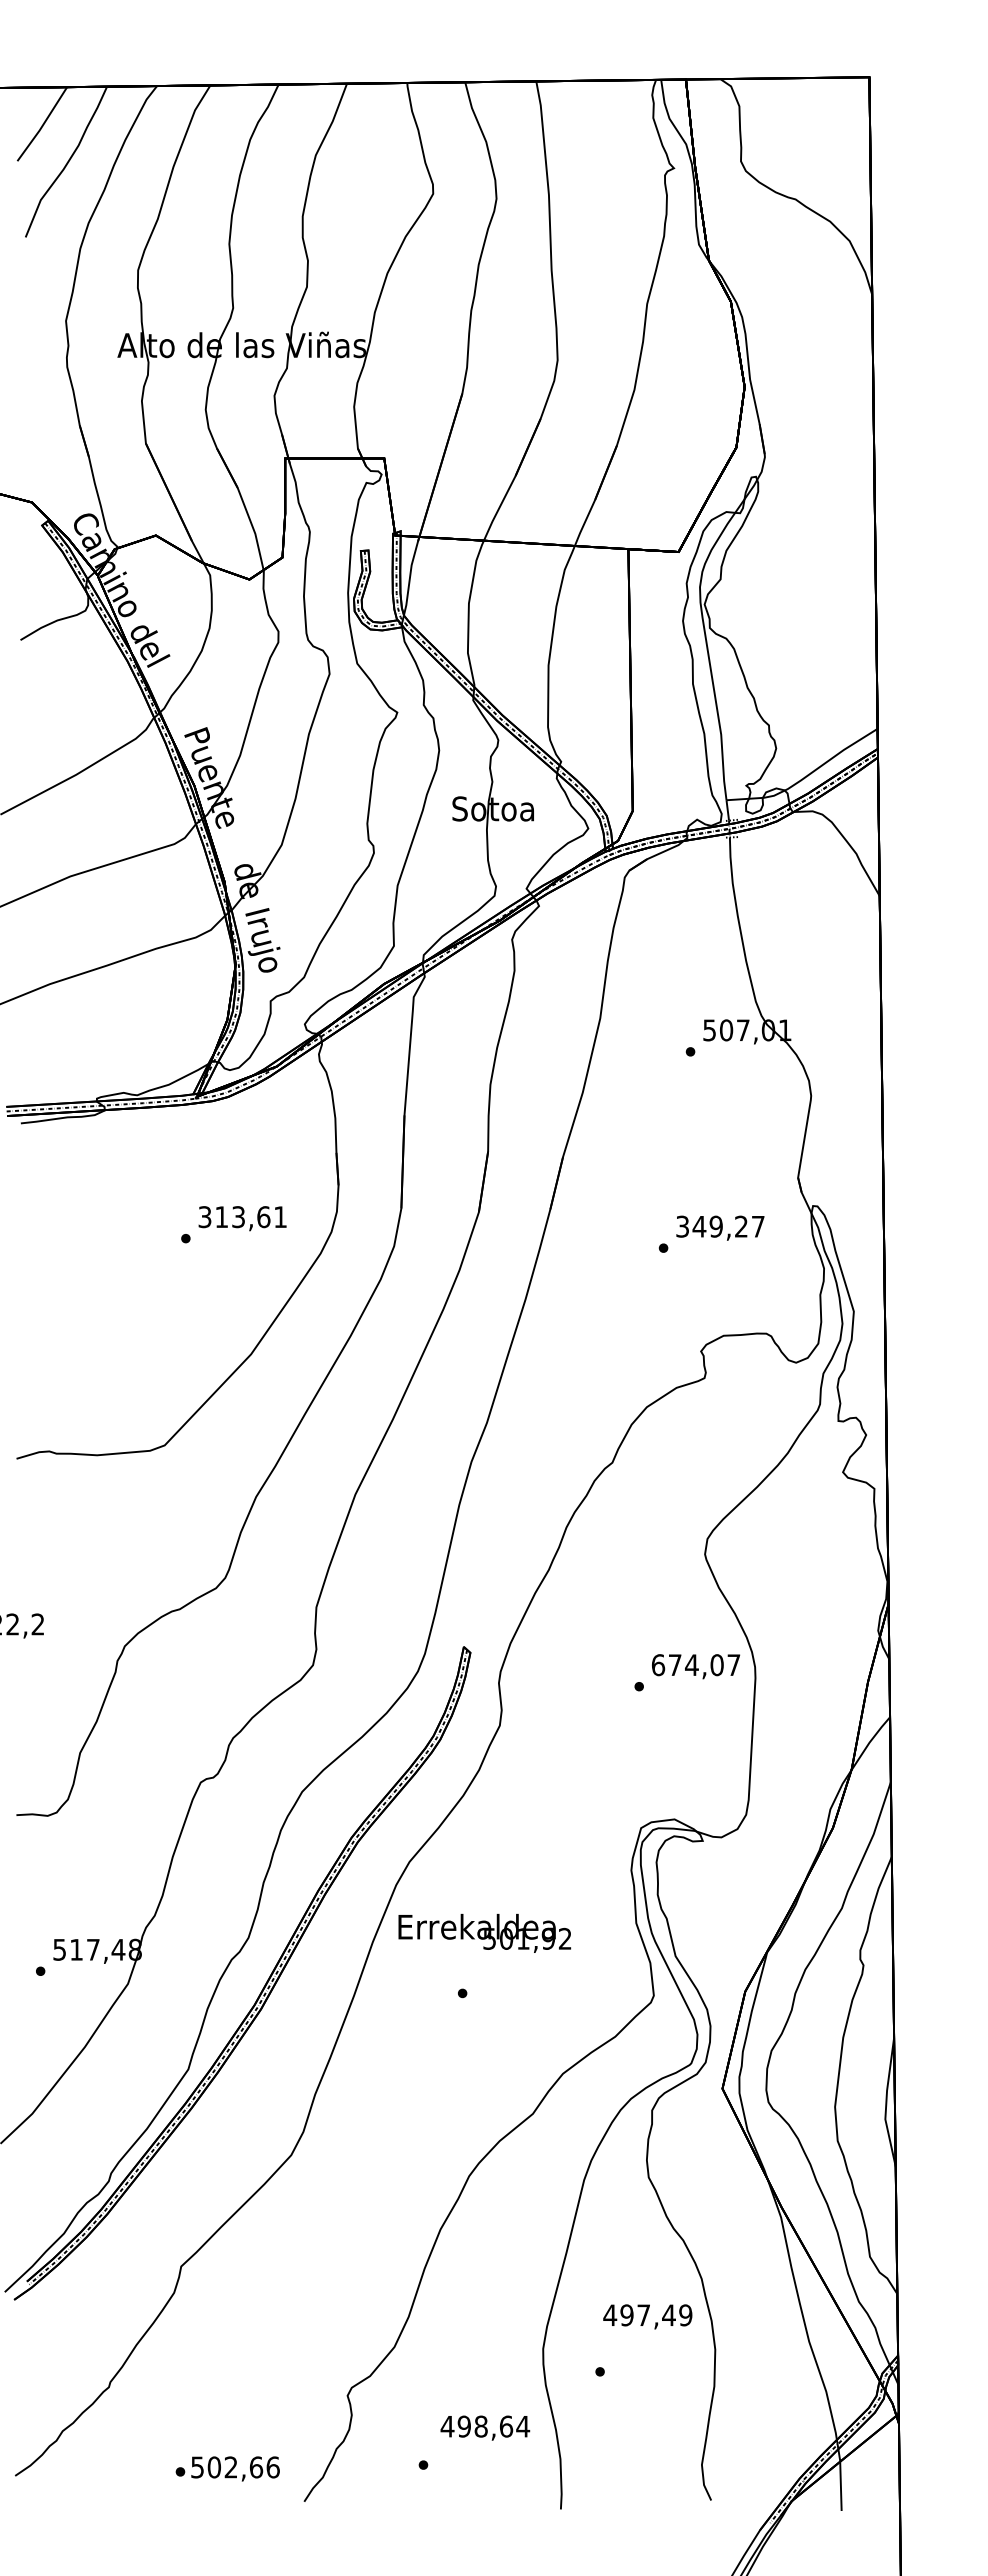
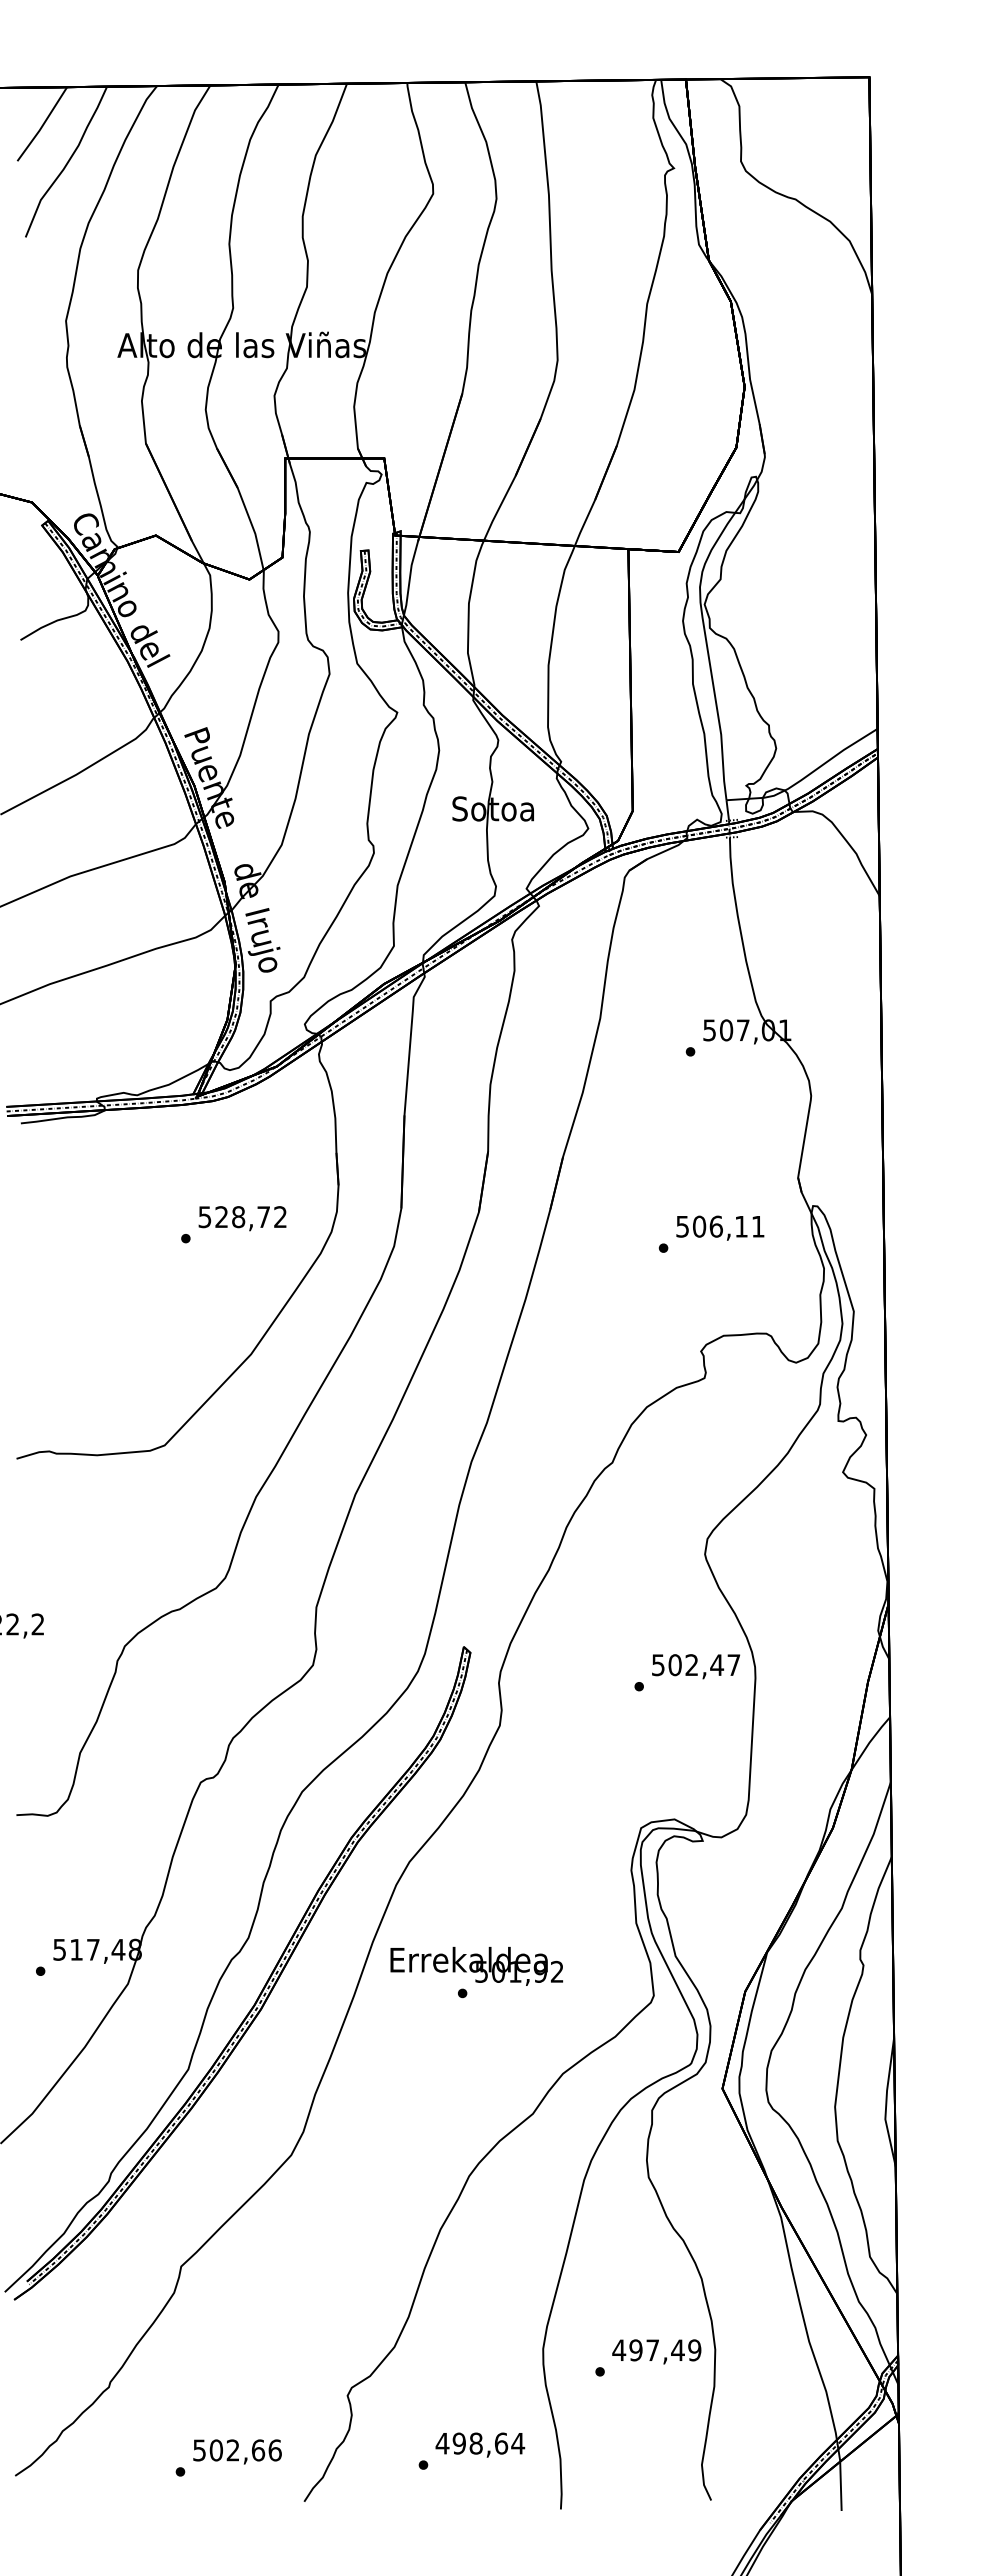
text at (242, 1217): 313,61 -> 528,72
text at (720, 1226): 349,27 -> 506,11
text at (687, 1665): 674,07 -> 502,47
text at (484, 1932) position: (484, 1932) -> (476, 1965)
text at (647, 2316) position: (647, 2316) -> (656, 2351)
text at (485, 2427) position: (485, 2427) -> (480, 2444)
text at (235, 2468) position: (235, 2468) -> (237, 2451)
